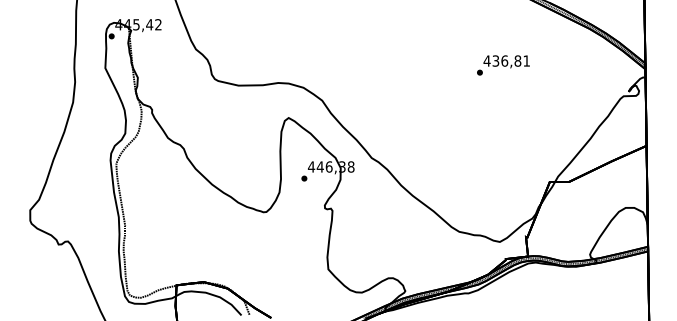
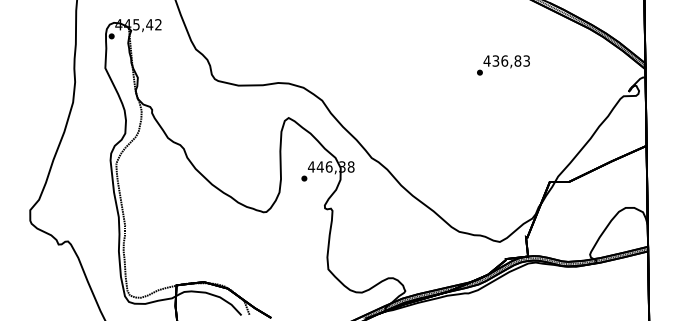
text at (526, 60): 436,81 -> 436,83
